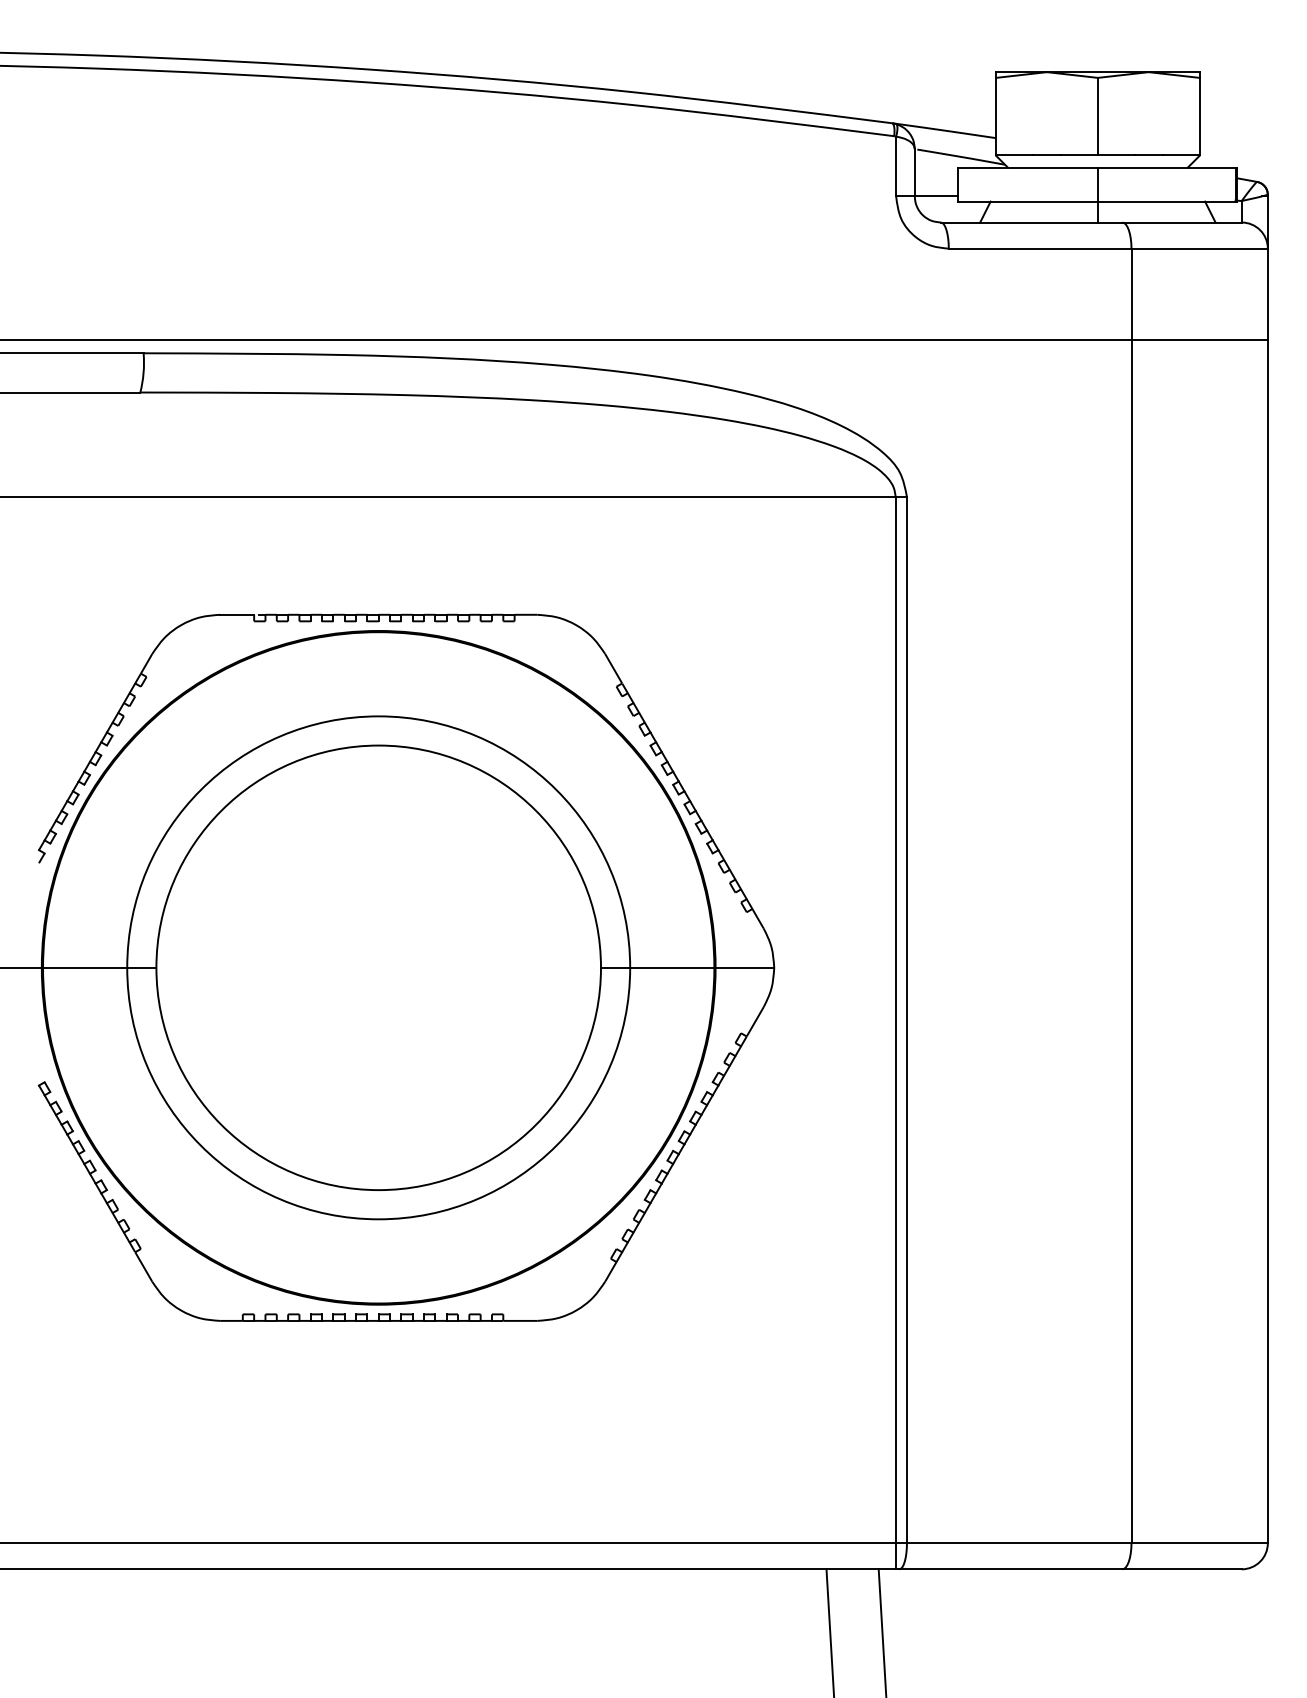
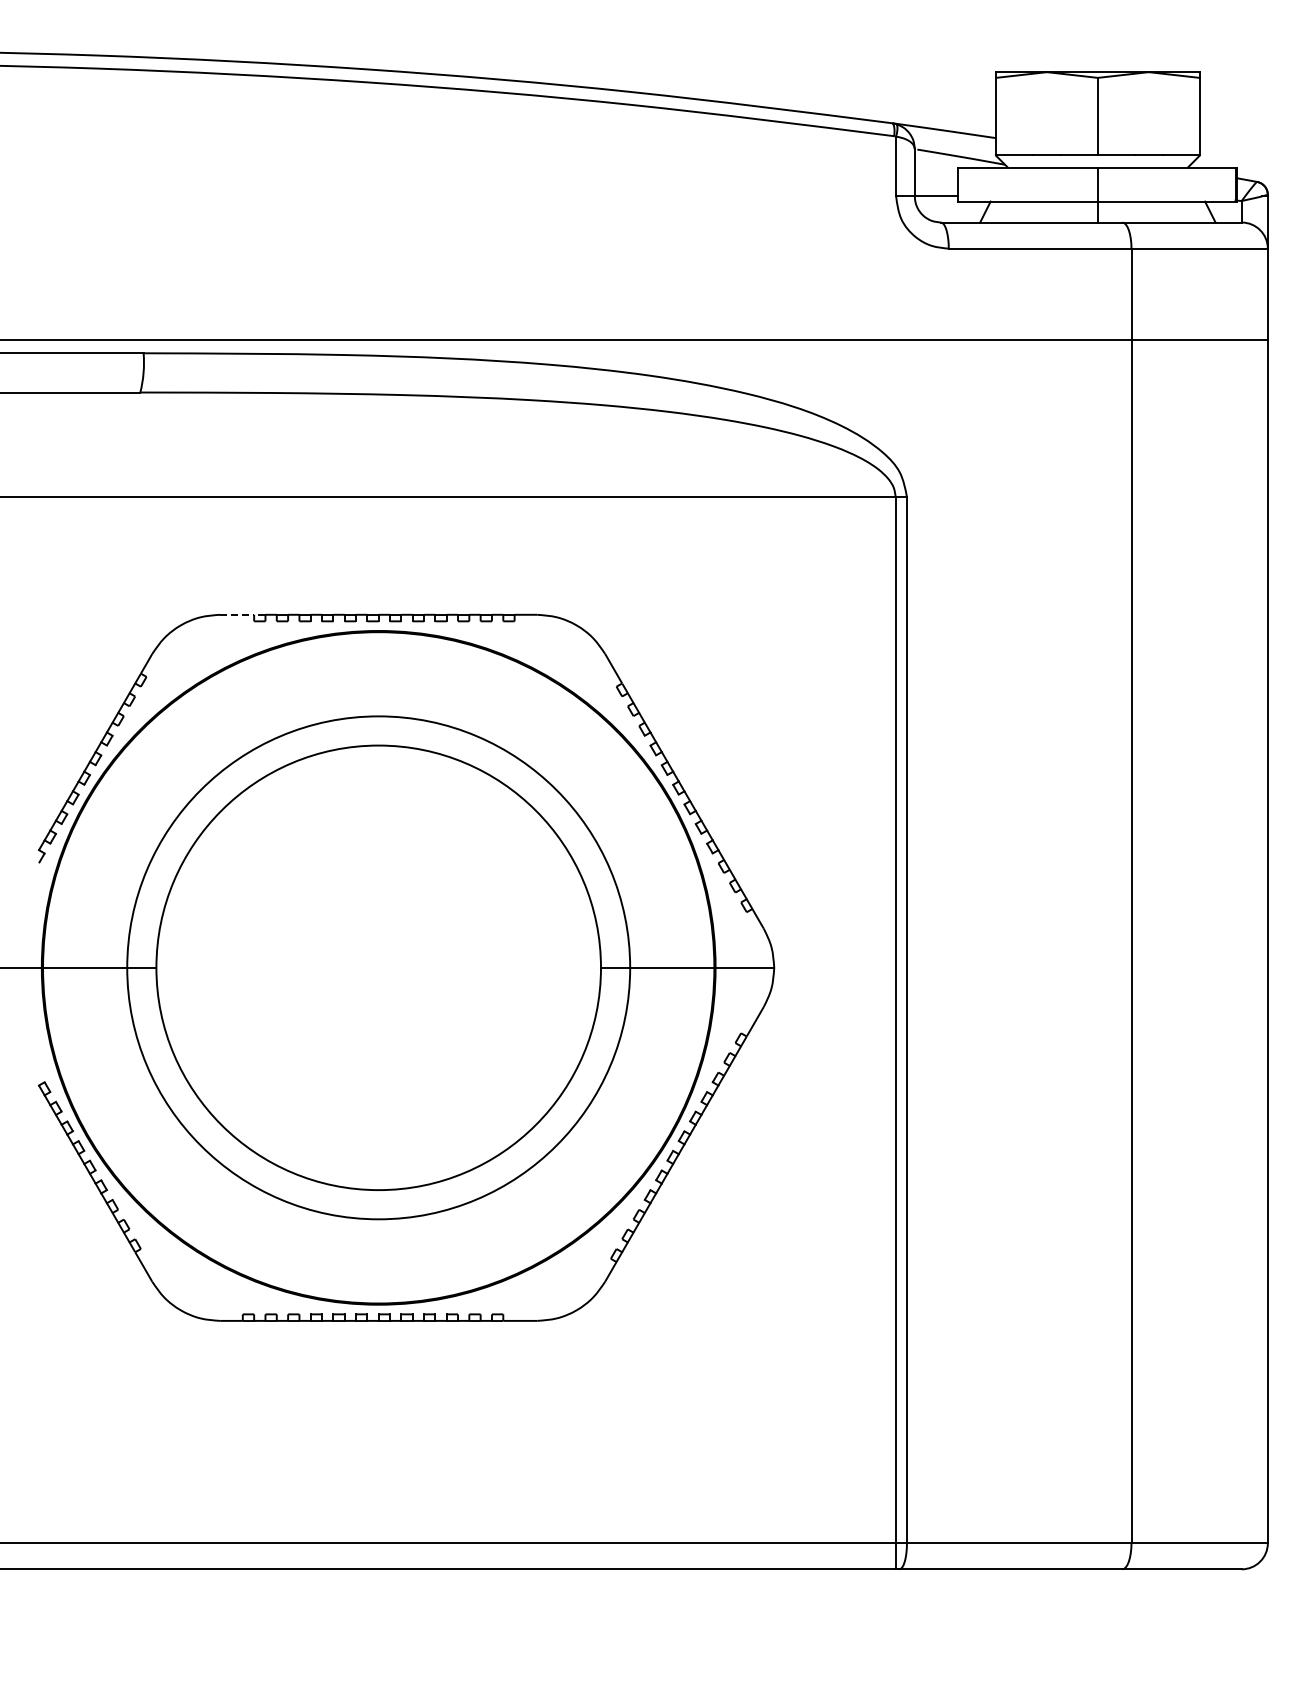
line at (237, 614): solid -> dashed
line at (829, 1631): present -> none
line at (882, 1631): present -> none
